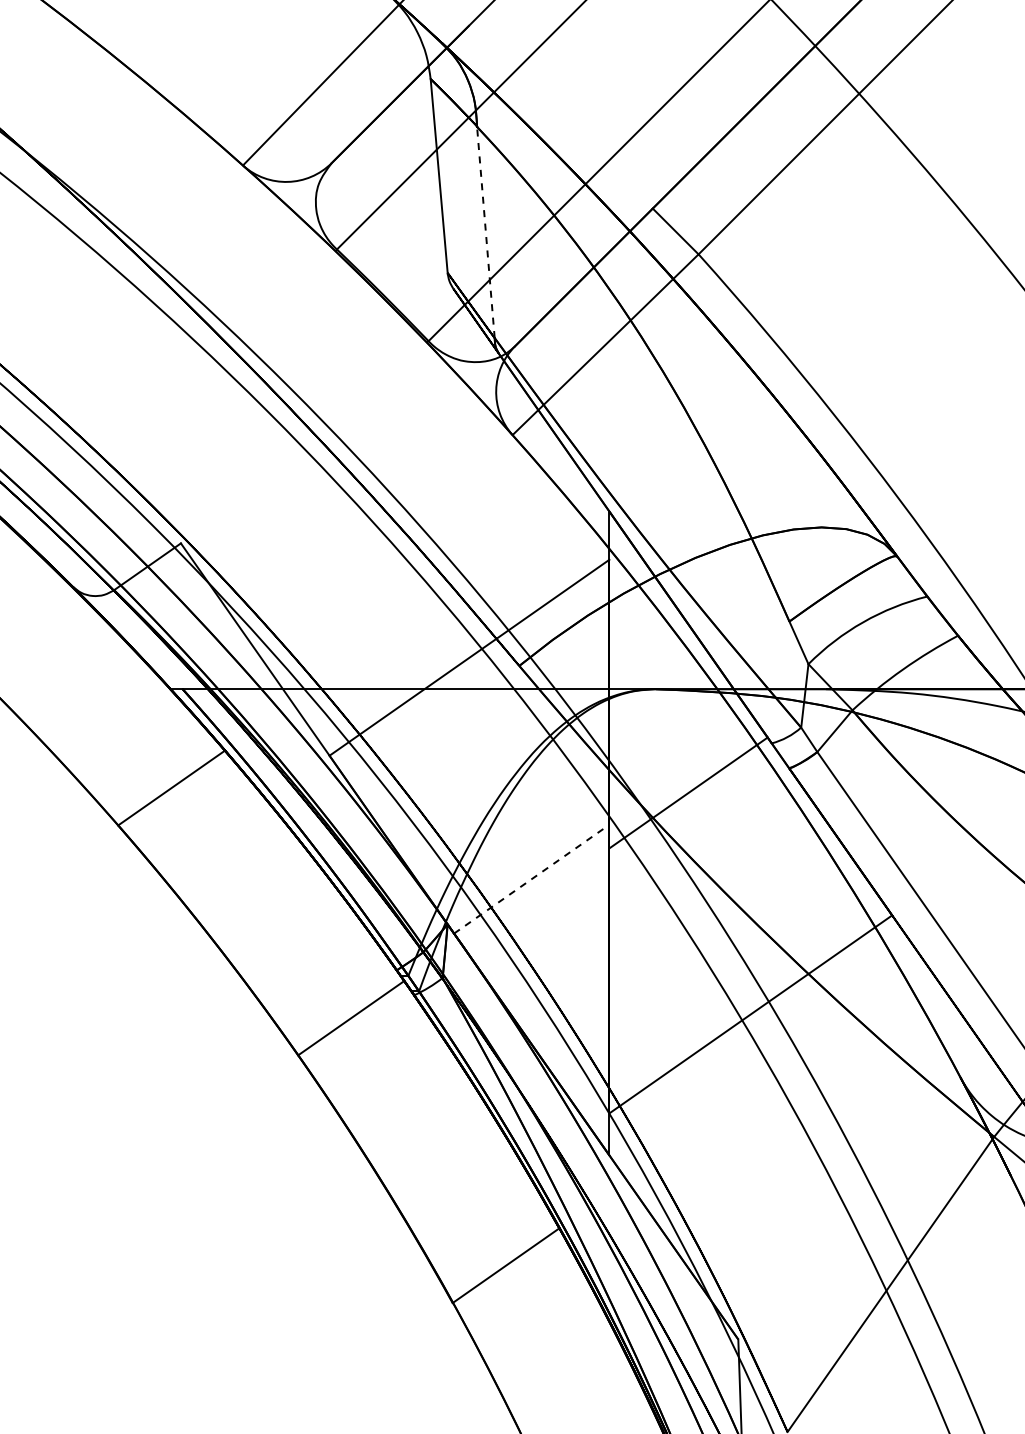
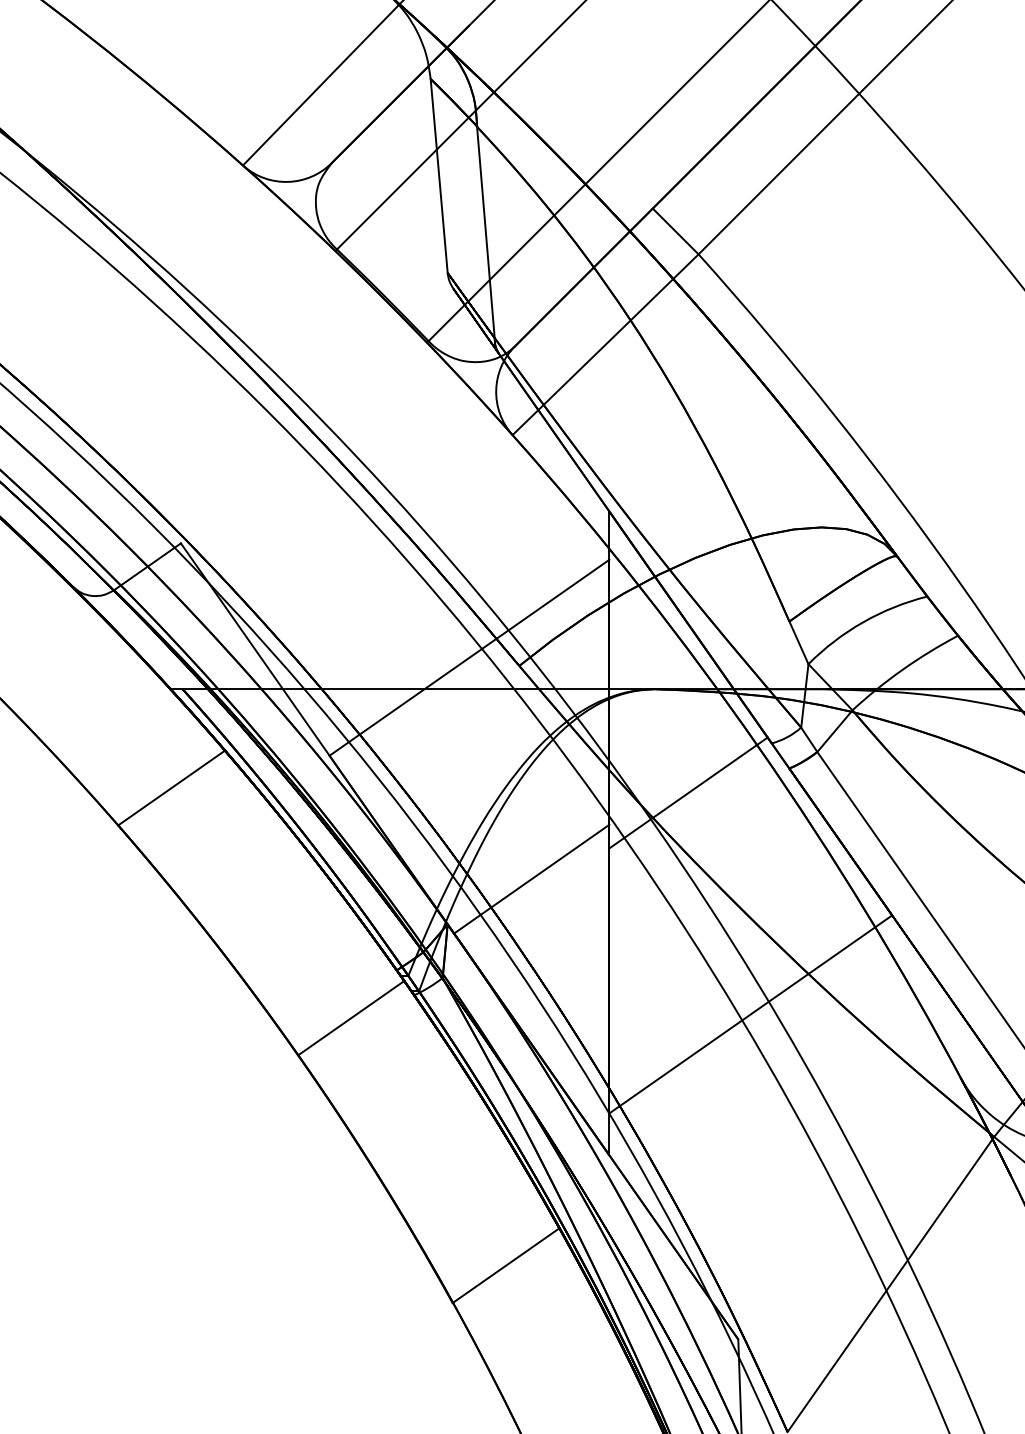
line at (485, 232): dashed -> solid
line at (531, 879): dashed -> solid
